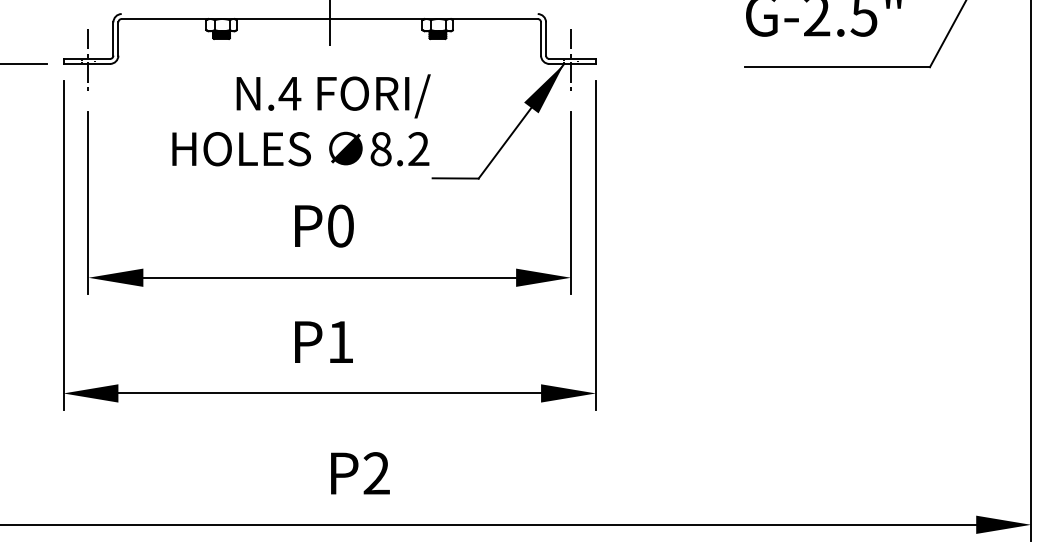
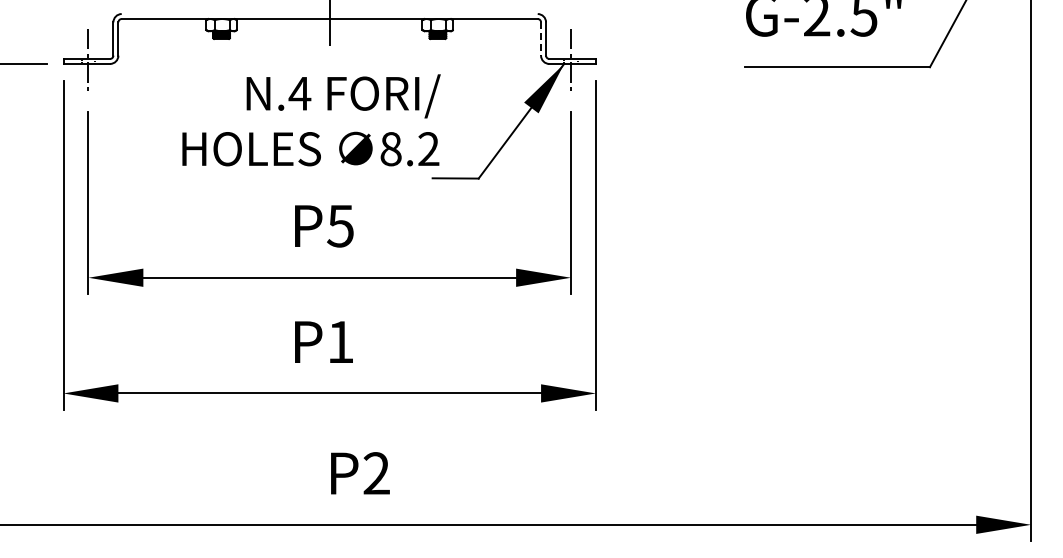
line at (541, 39): solid -> dashed
text at (301, 120) position: (301, 120) -> (311, 120)
text at (340, 225): P0 -> P5
